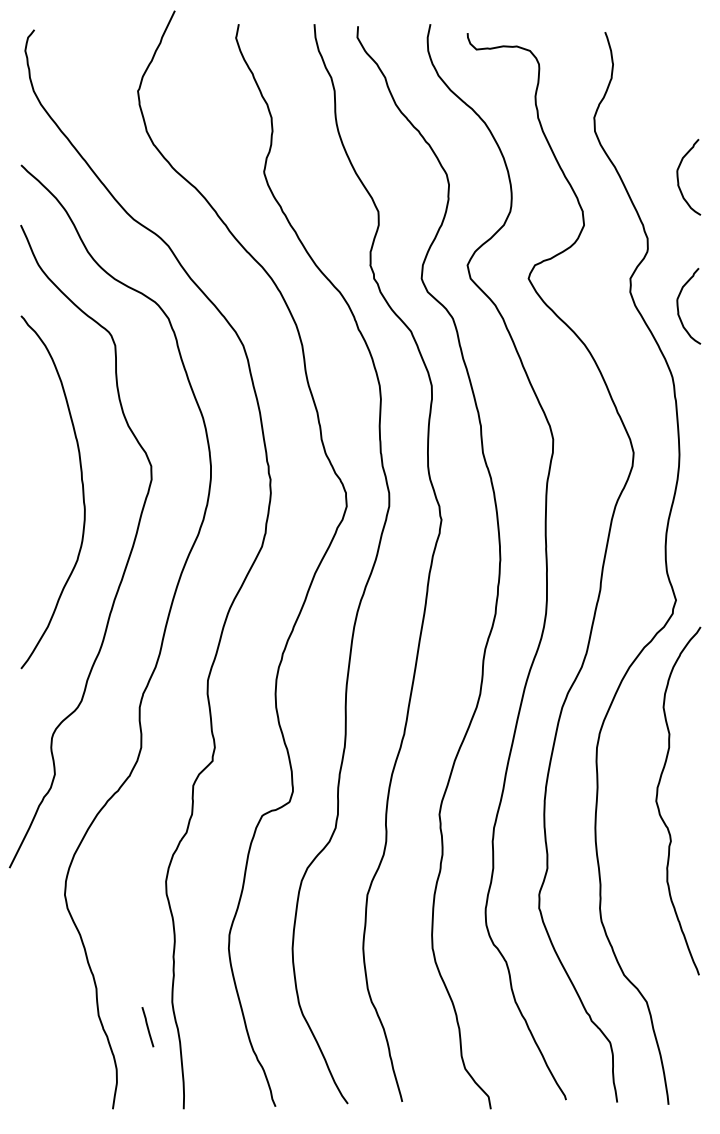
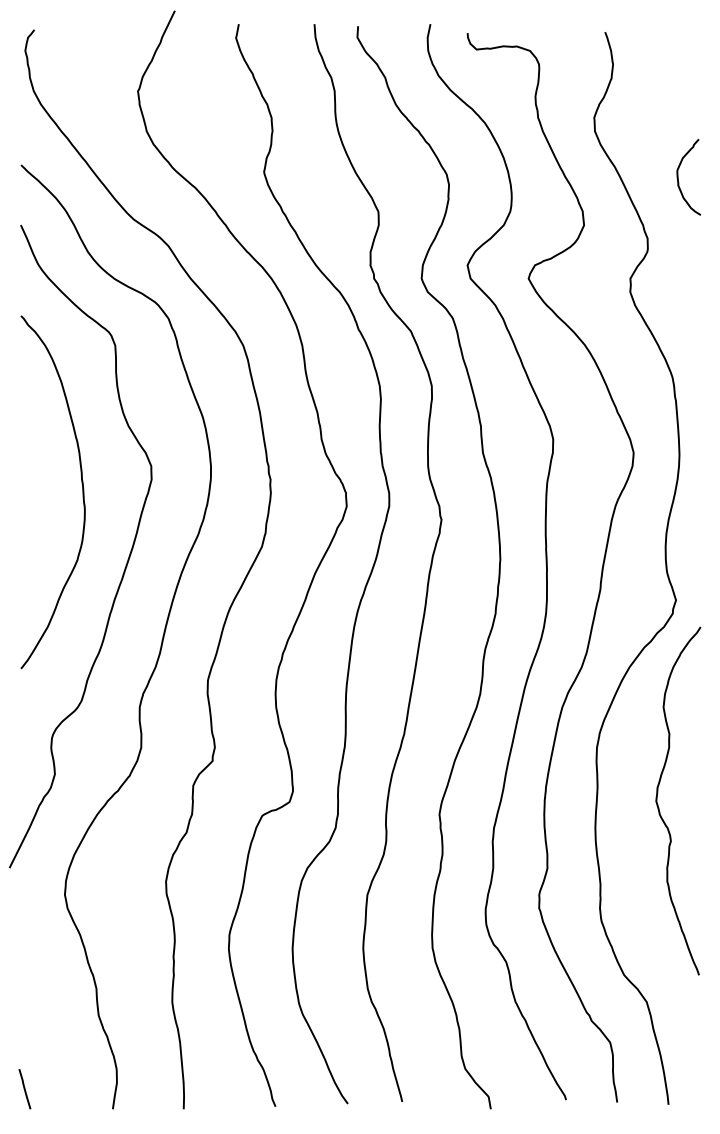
curve at (678, 305): present -> none
line at (147, 1027) position: (147, 1027) -> (24, 1089)
